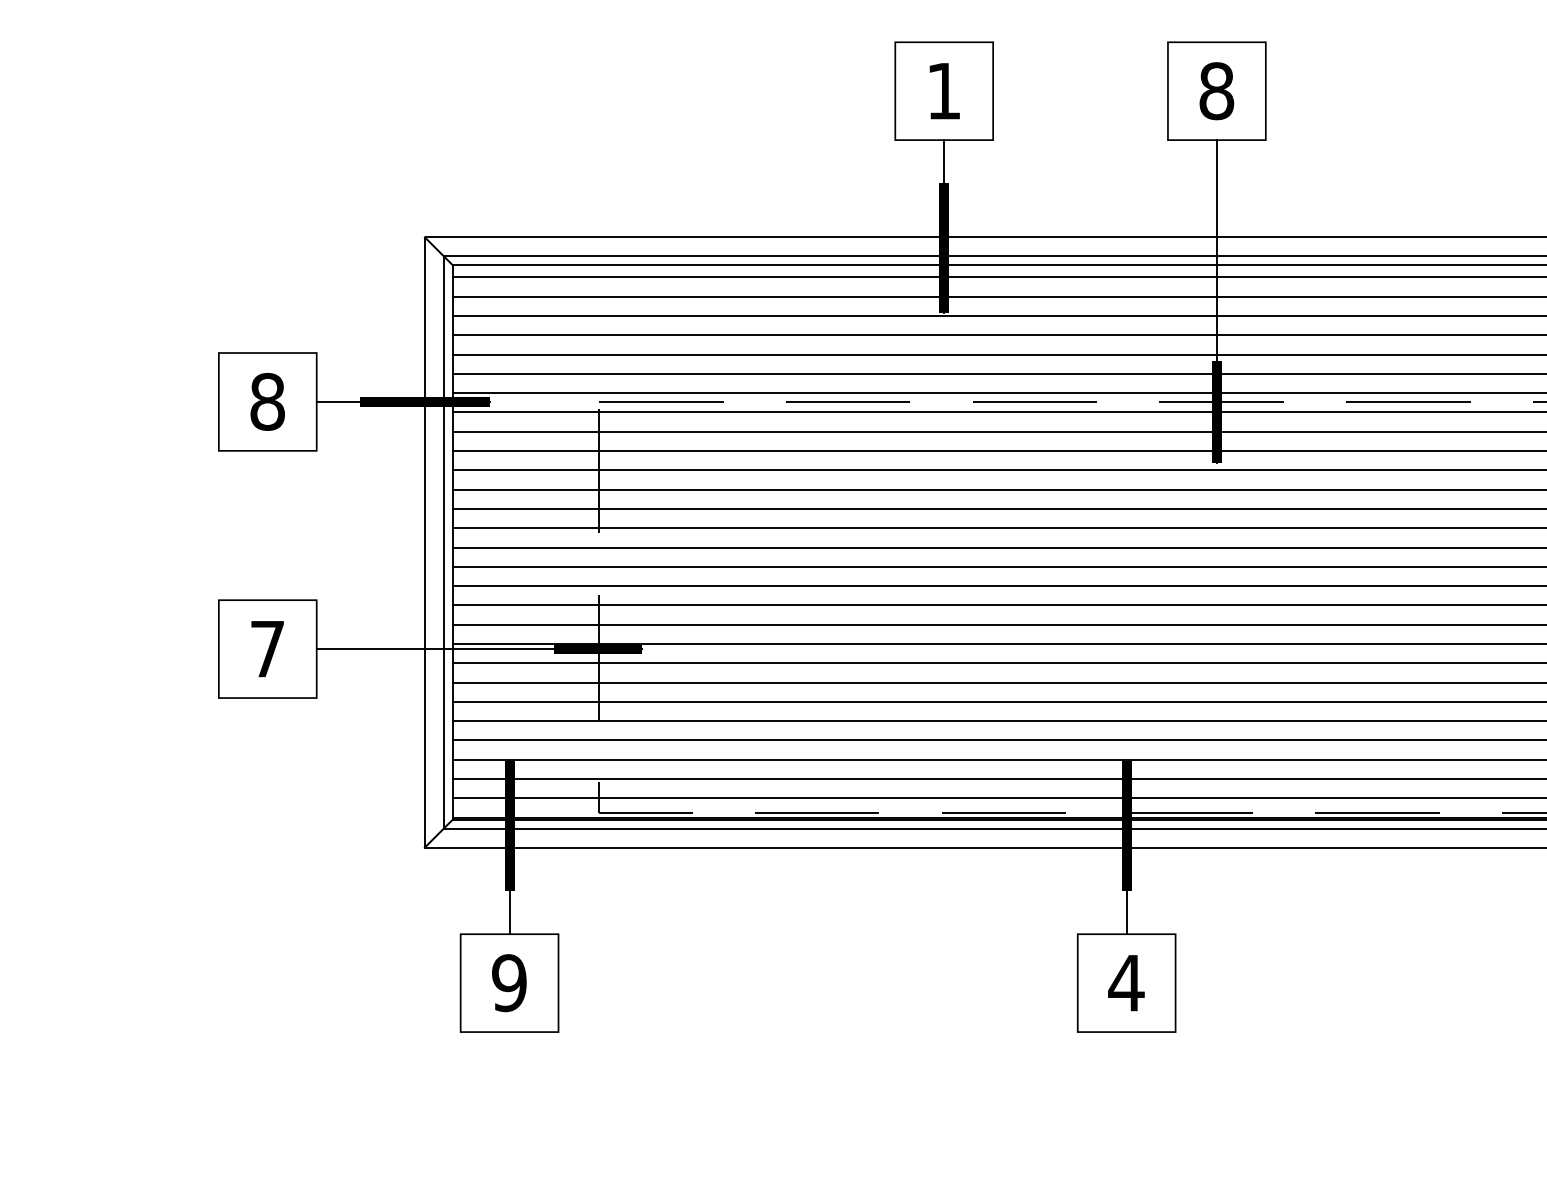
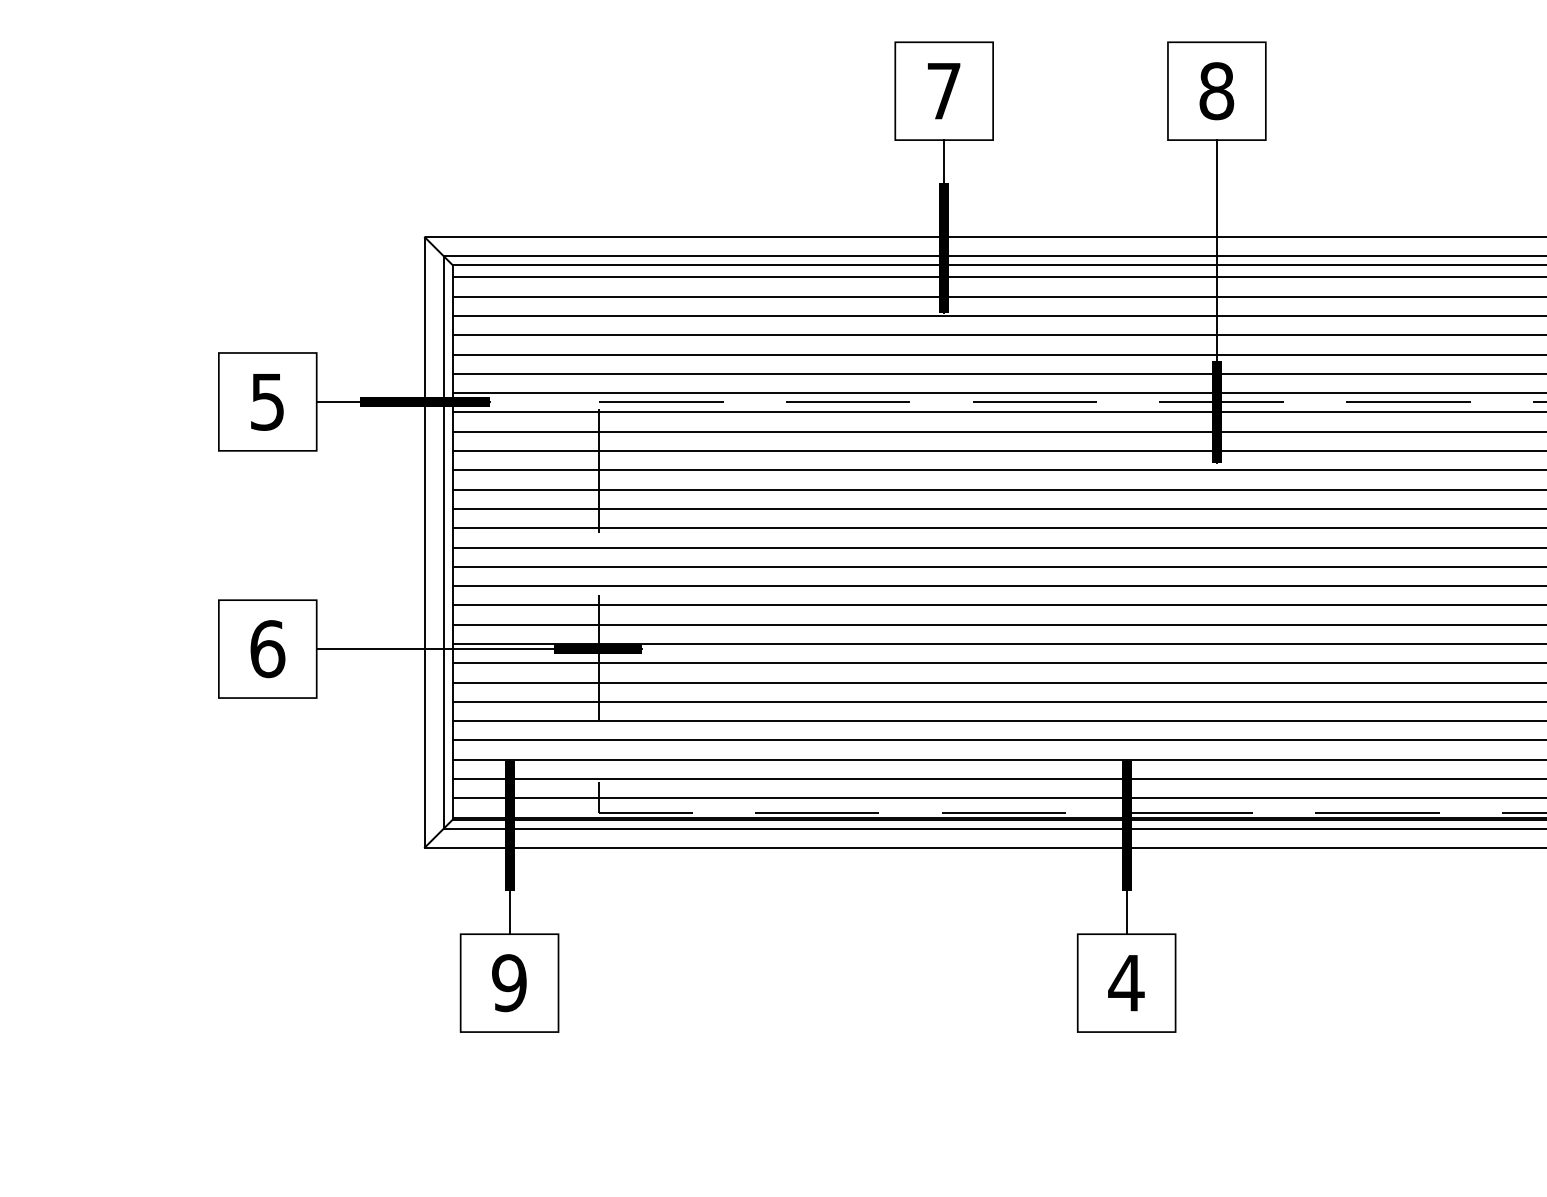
text at (943, 91): 1 -> 7
text at (267, 401): 8 -> 5
text at (267, 649): 7 -> 6
